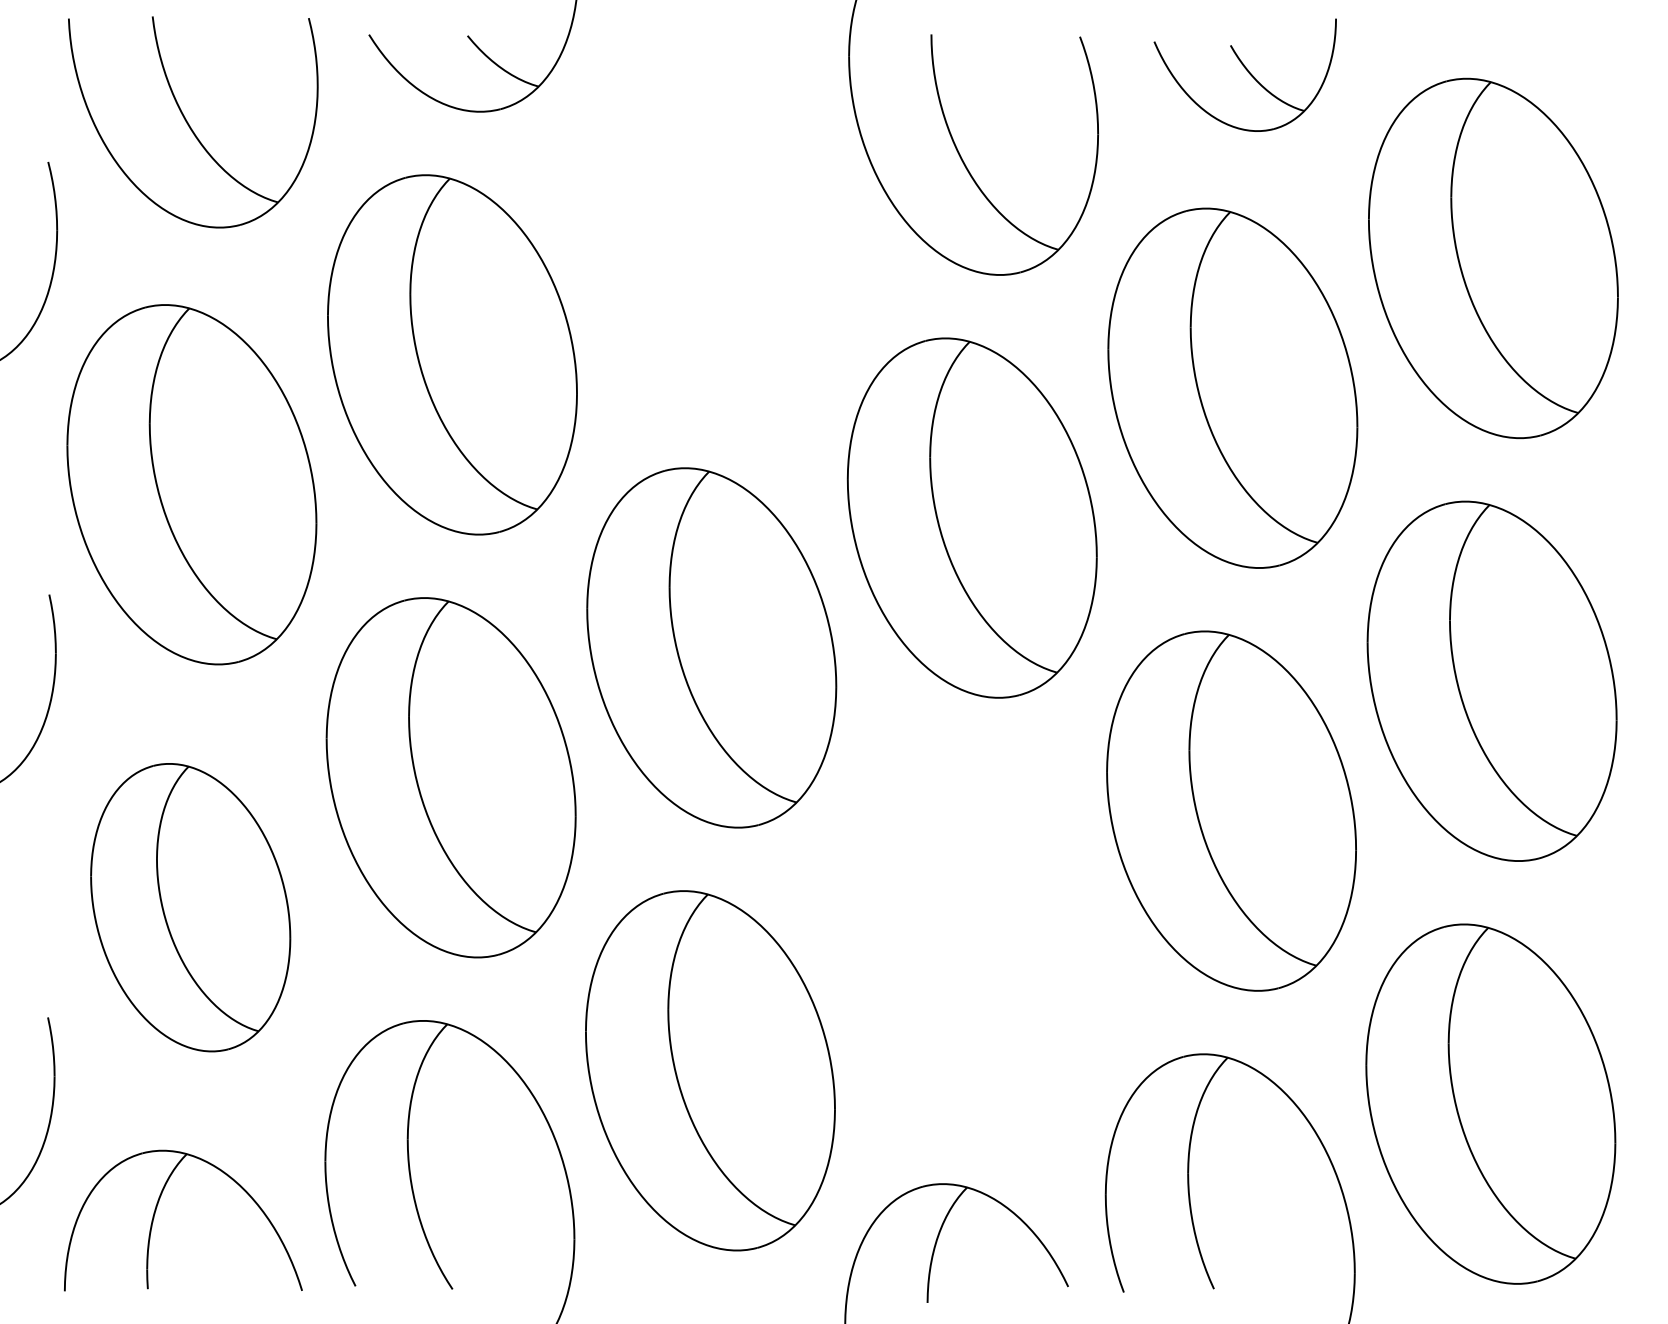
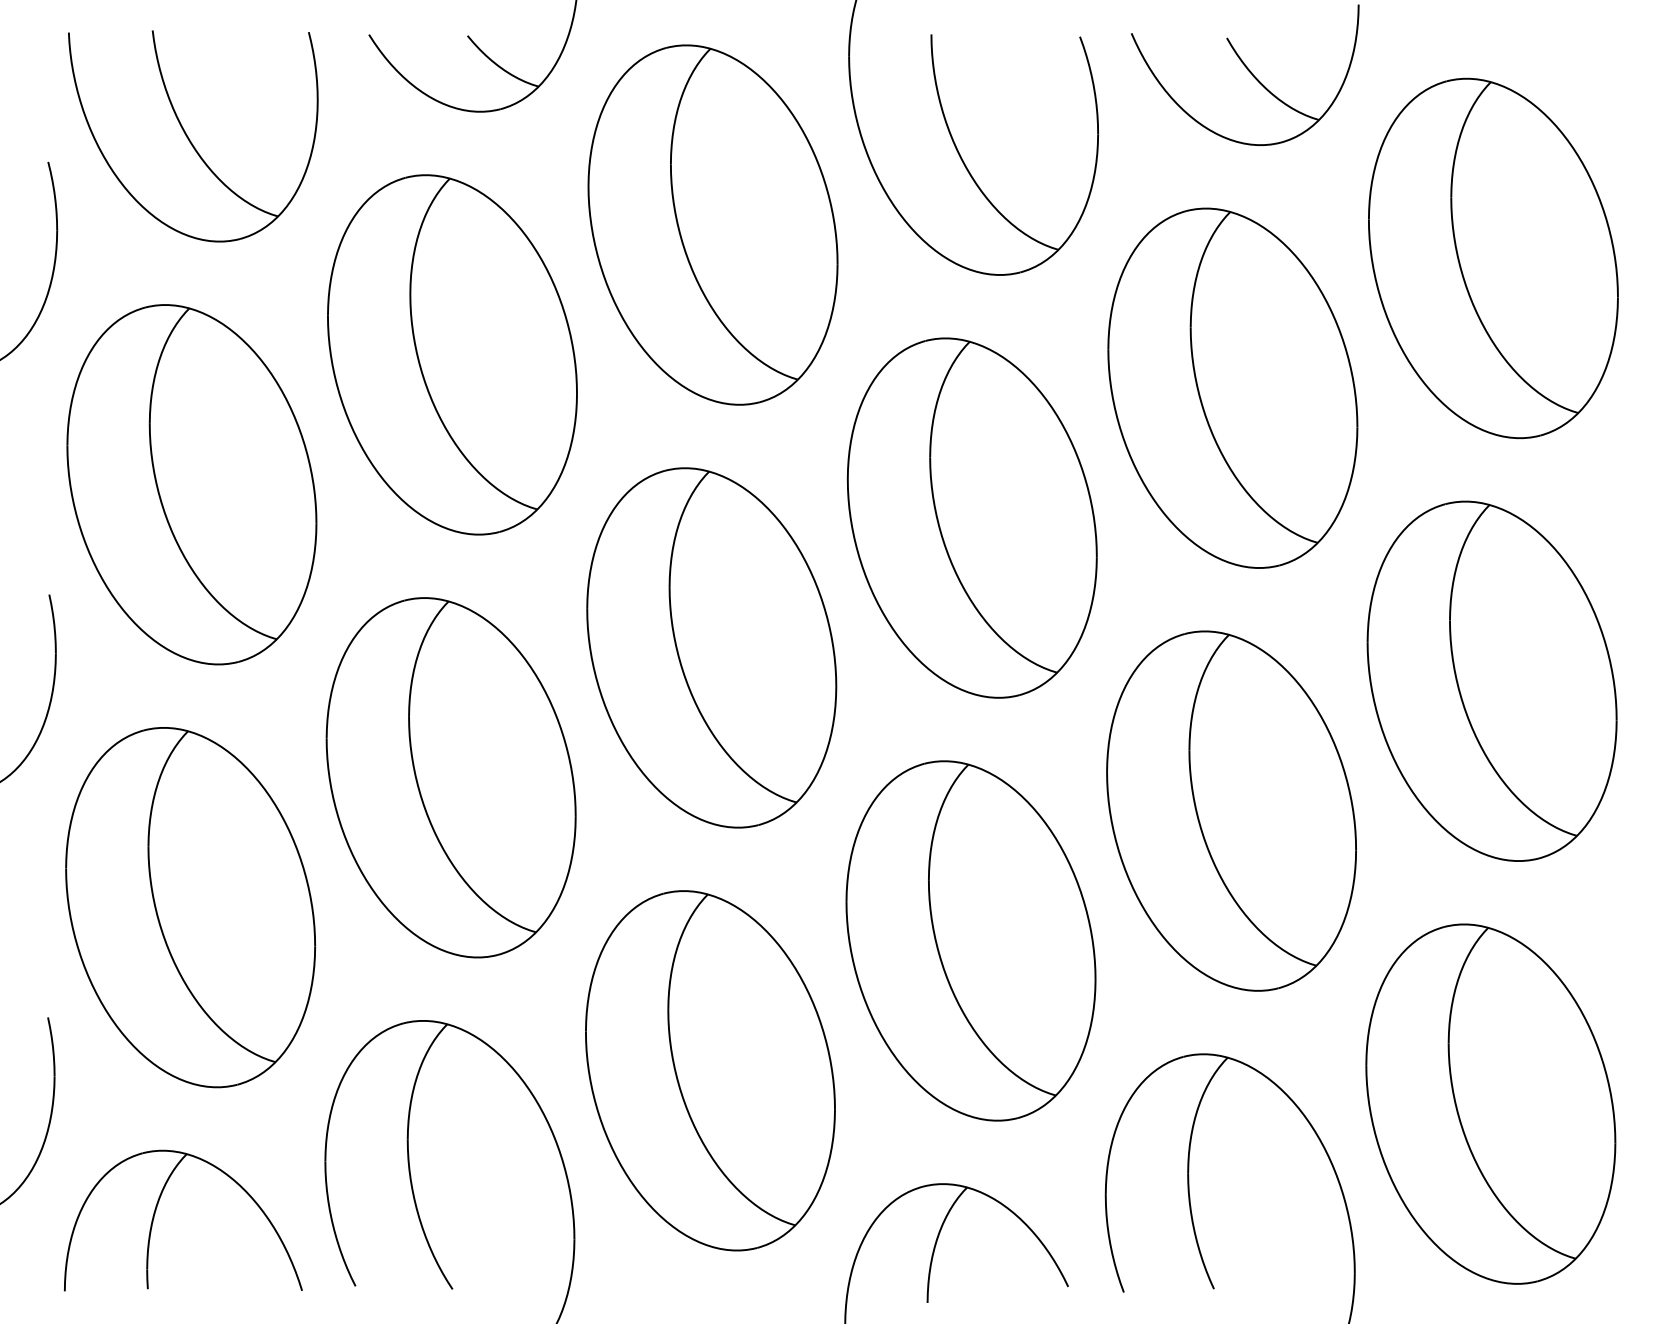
part at (1244, 74) size: 184x114 px -> 229x142 px
part at (193, 122) position: (193, 122) -> (193, 136)
part at (712, 224): none -> present
part at (190, 907) size: 202x290 px -> 252x362 px
part at (970, 940): none -> present
